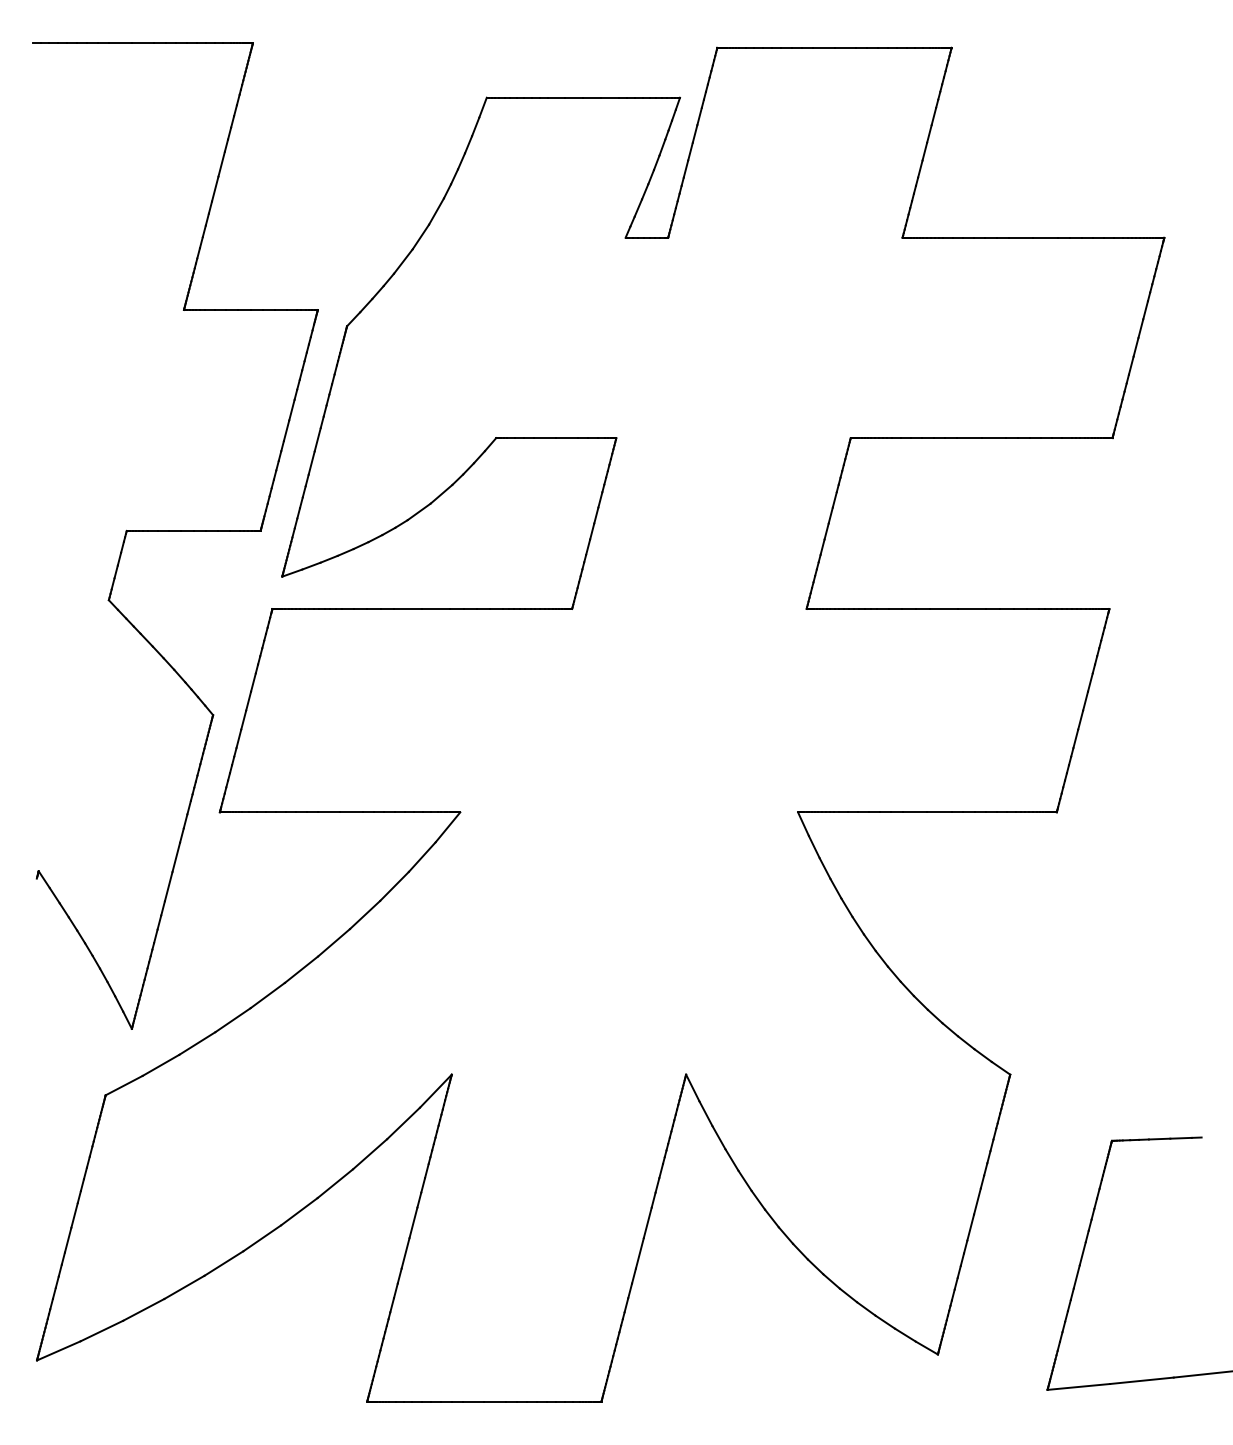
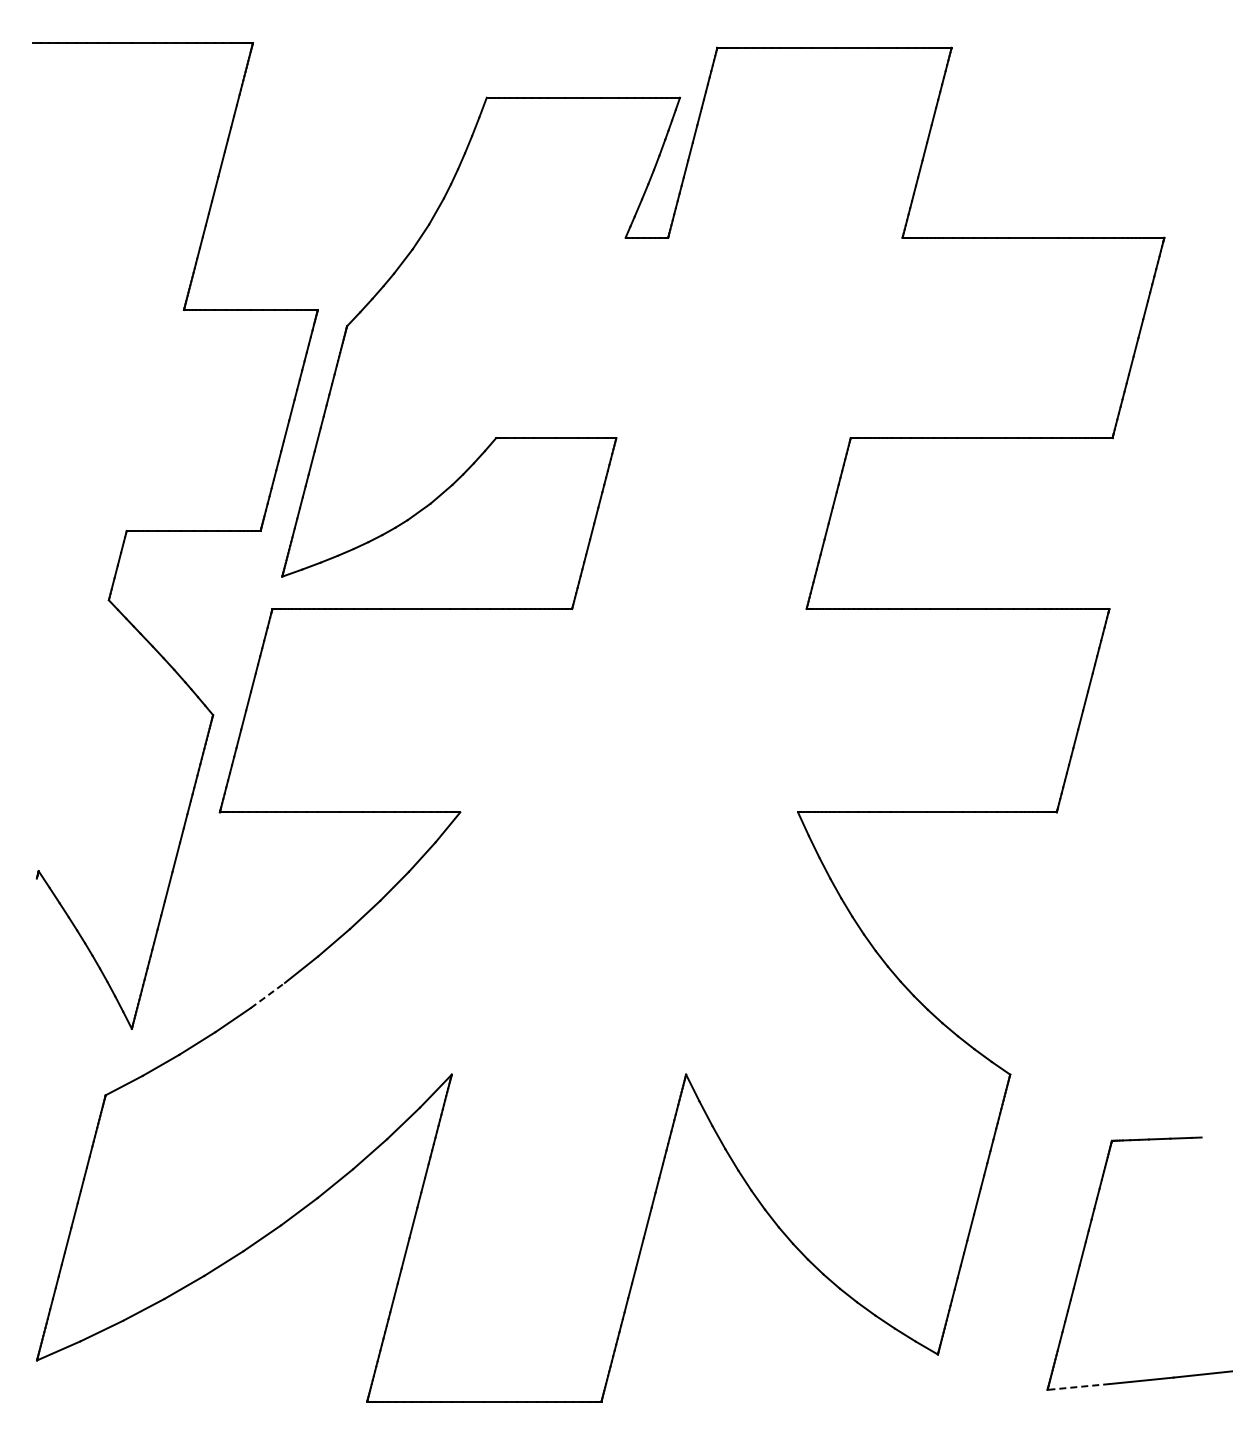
line at (268, 995): solid -> dashed
line at (1078, 1386): solid -> dashed
